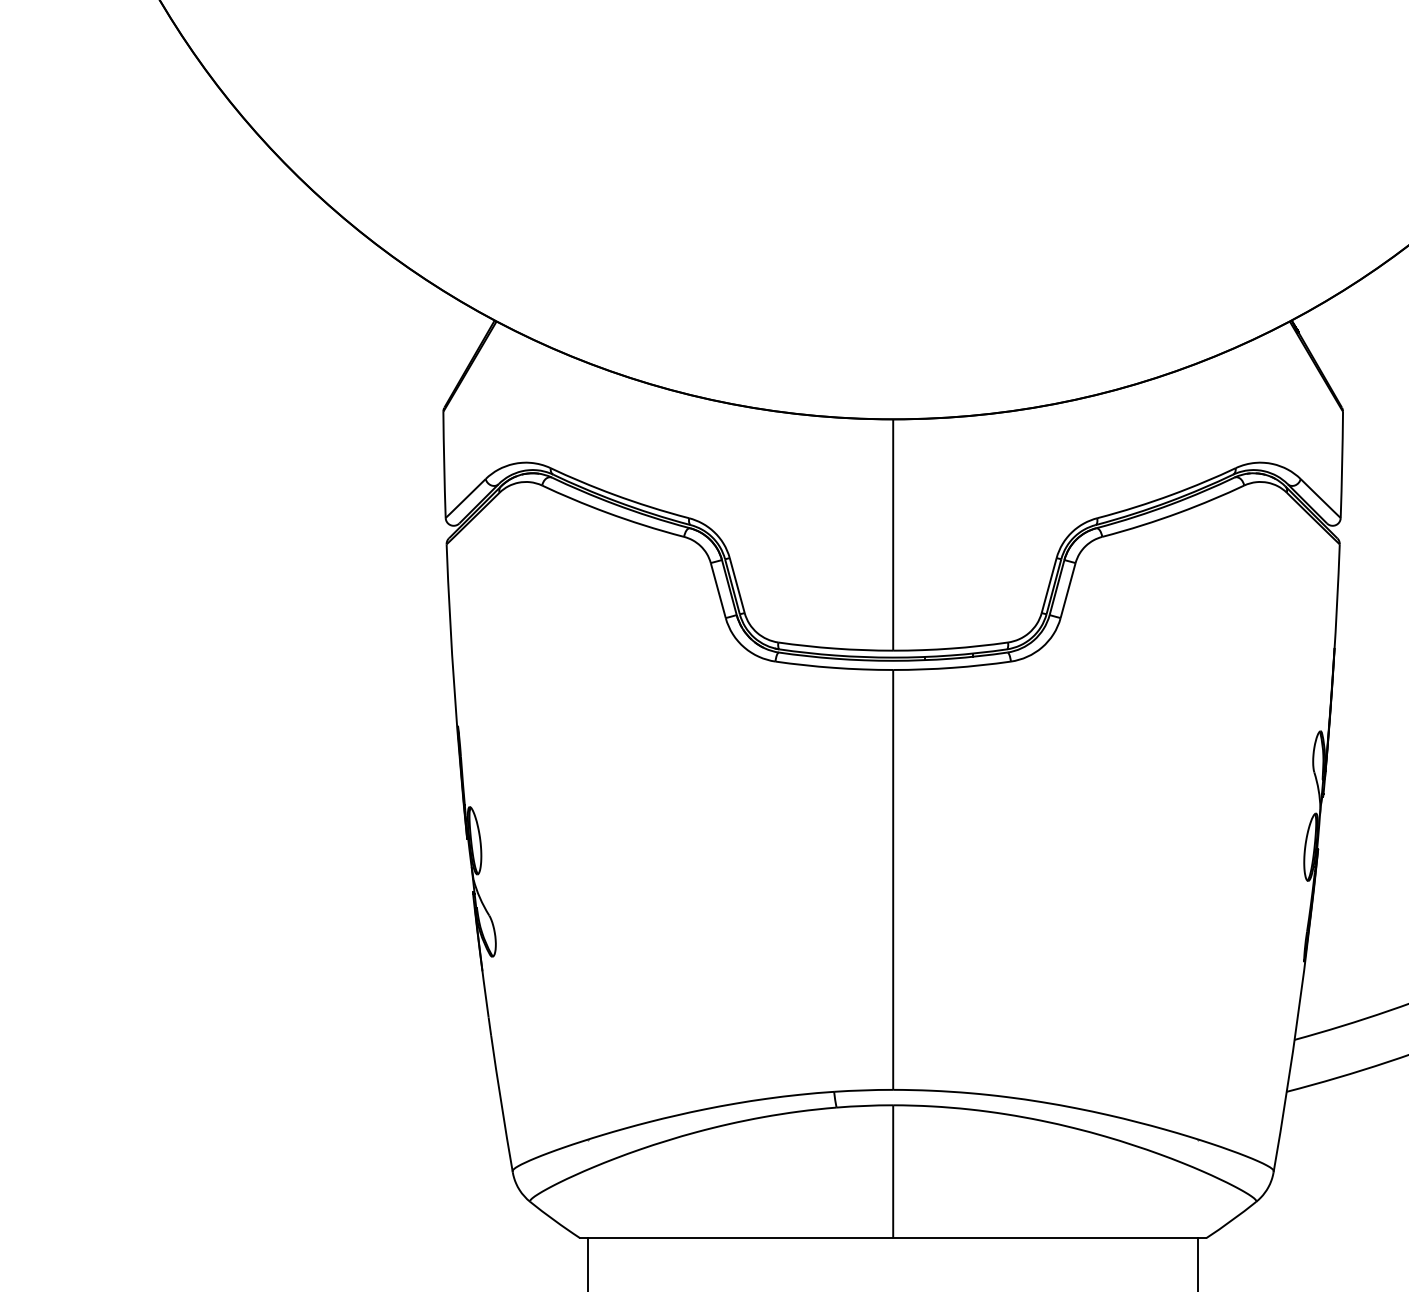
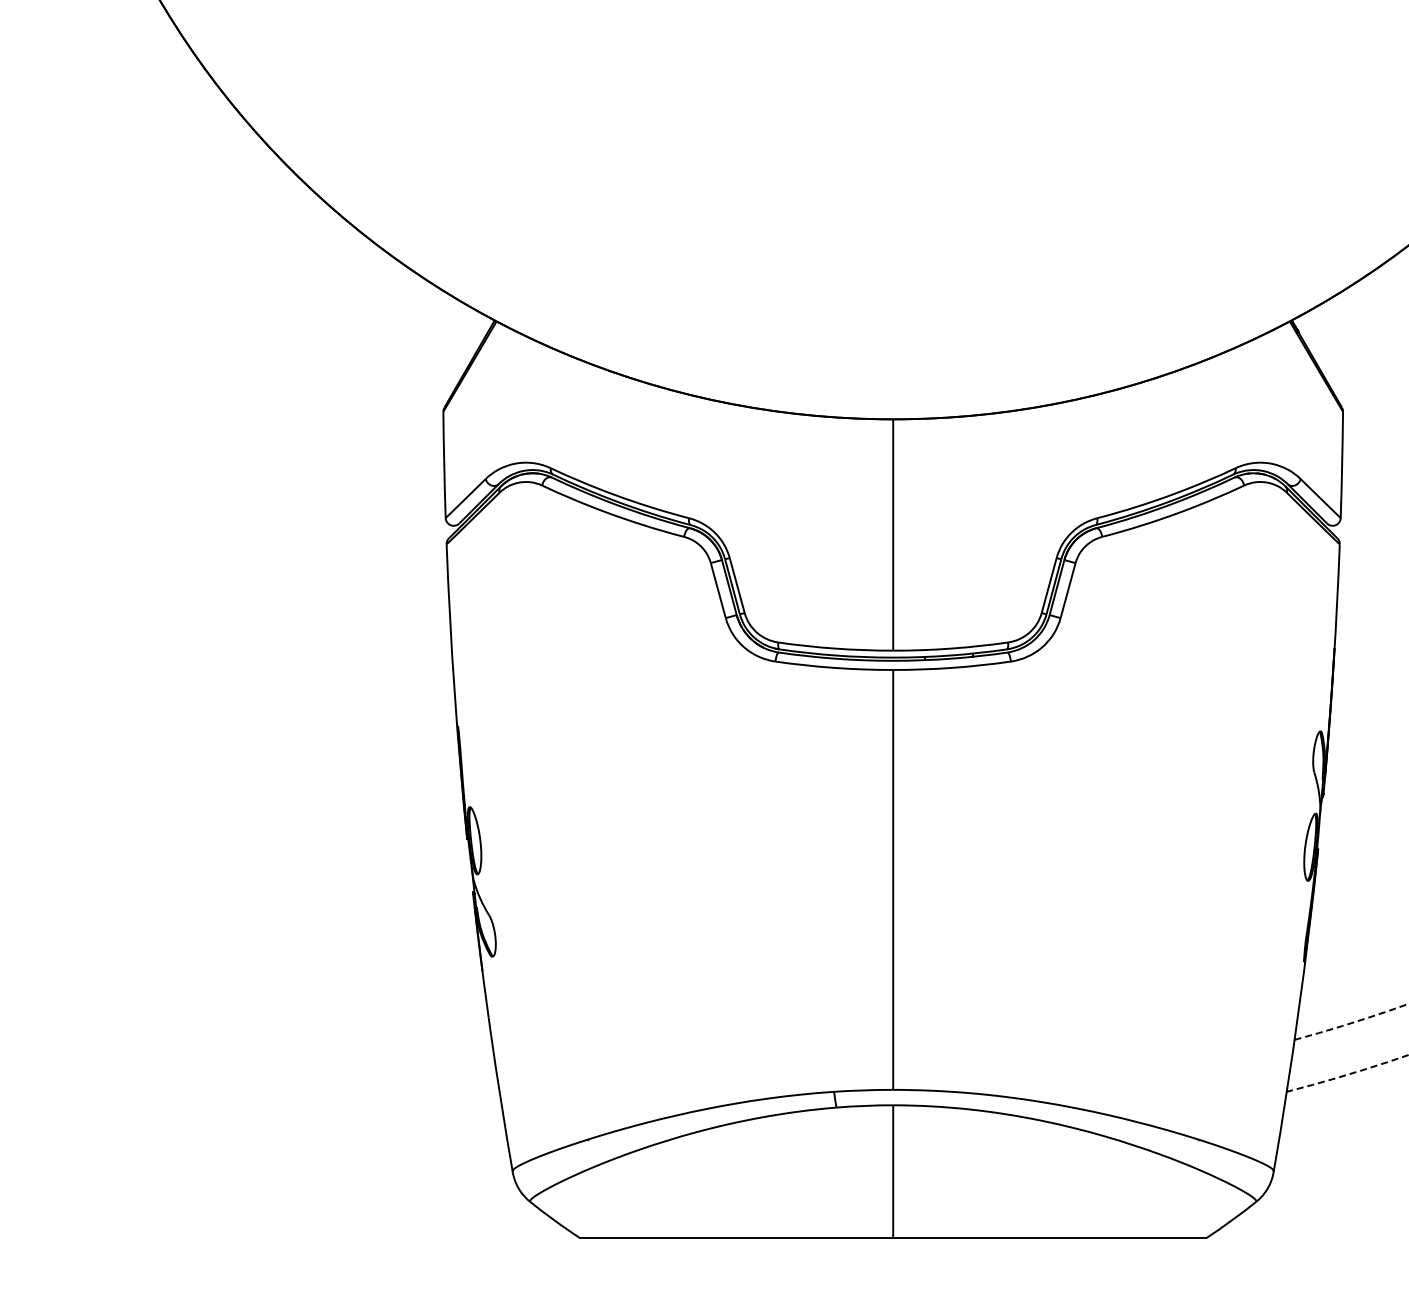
arc at (1352, 1022): solid -> dashed
arc at (1348, 1074): solid -> dashed
line at (588, 1263): present -> none
line at (1198, 1263): present -> none
